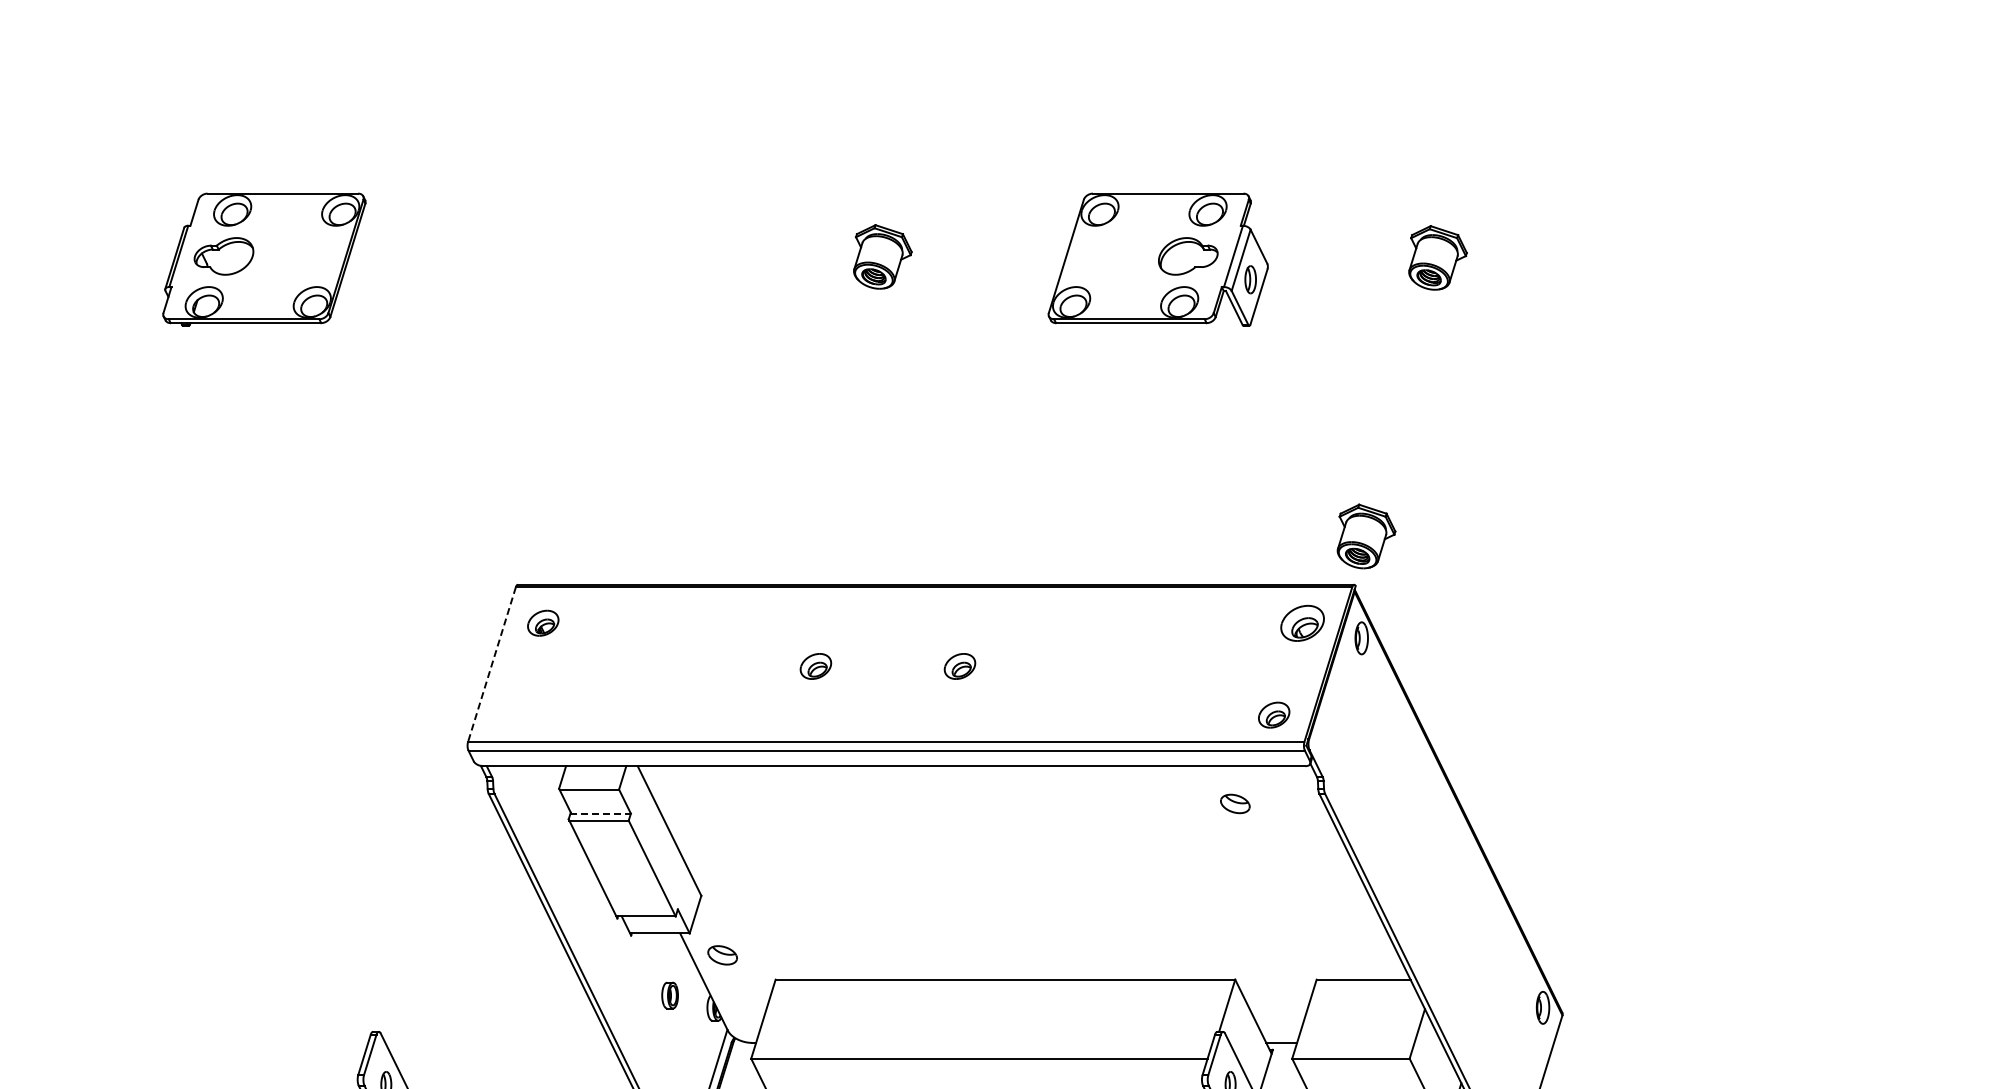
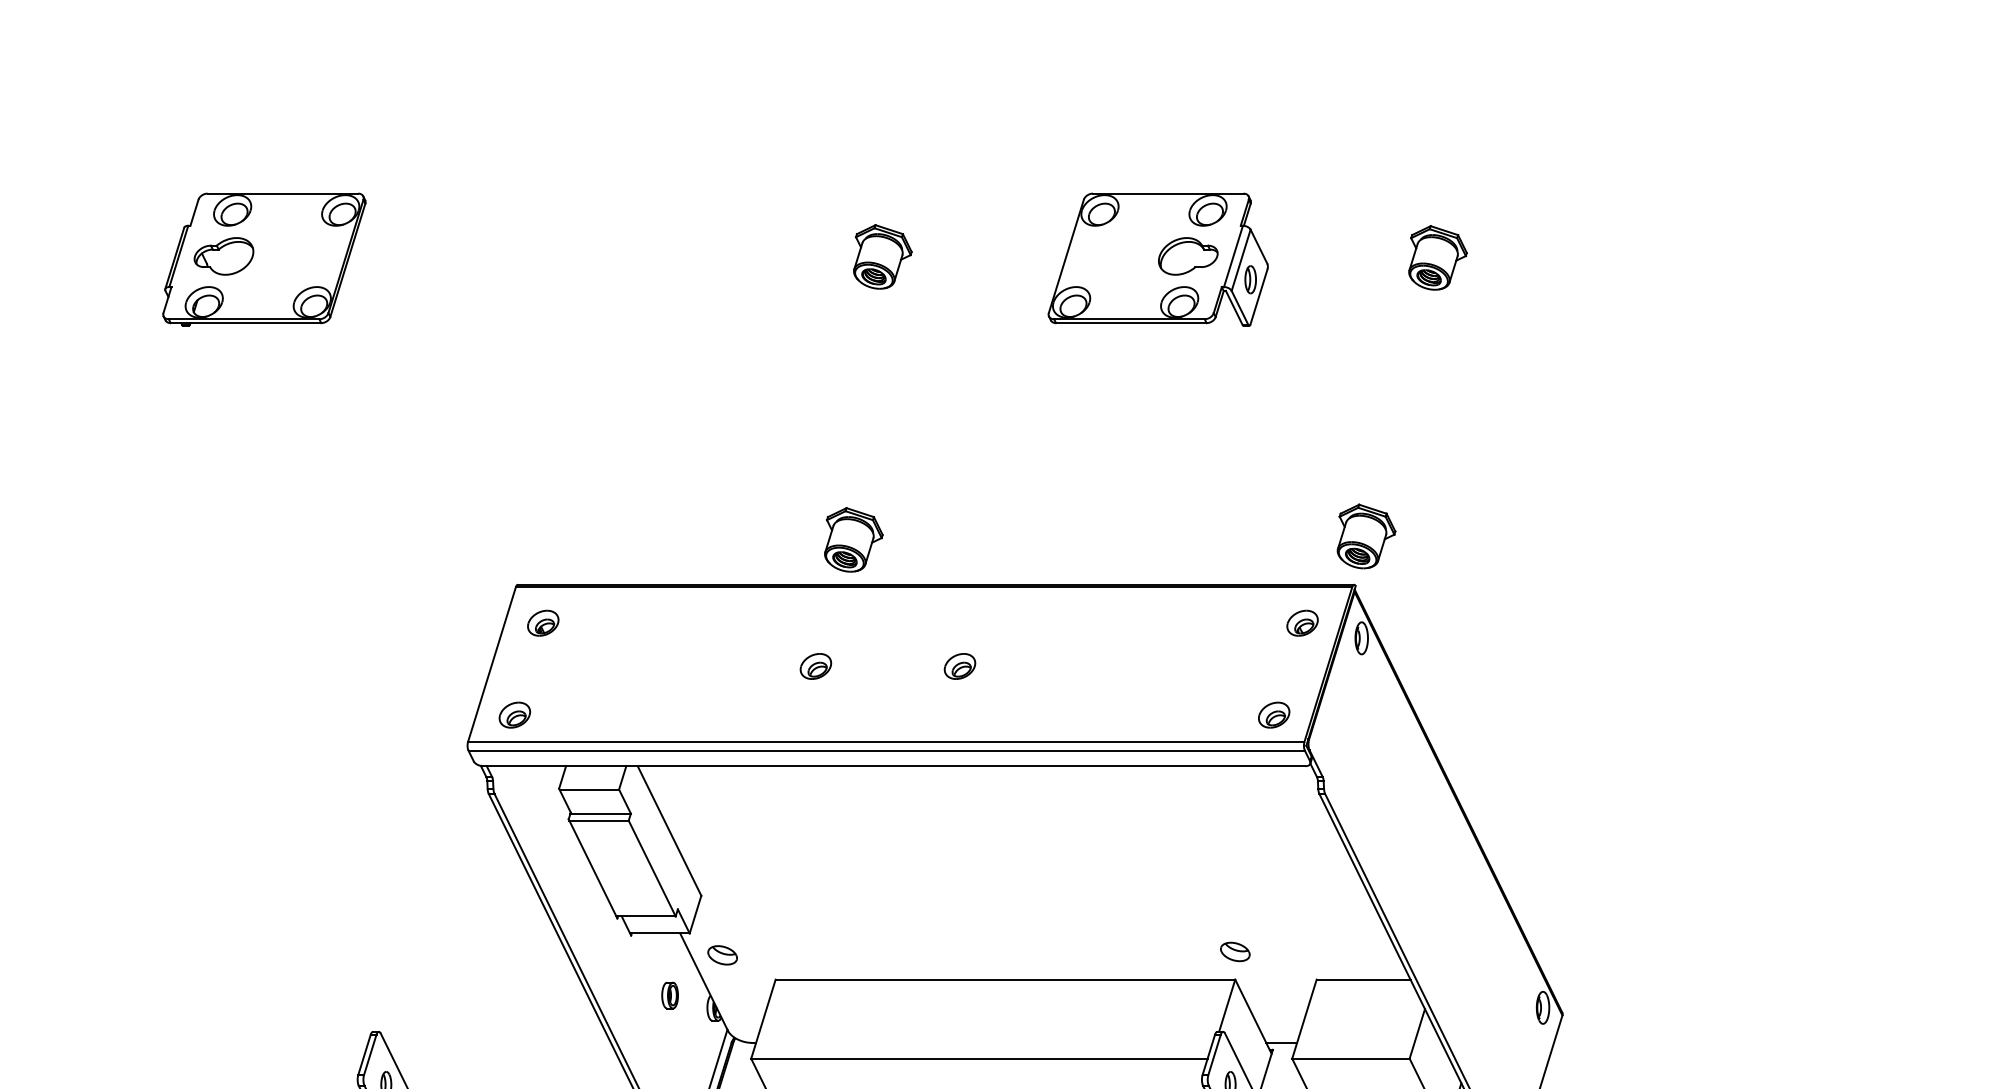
part at (853, 539): none -> present
part at (1302, 622) size: 45x38 px -> 33x28 px
line at (492, 664): dashed -> solid
part at (514, 714): none -> present
part at (1235, 803) position: (1235, 803) -> (1235, 951)
line at (601, 813): dashed -> solid
